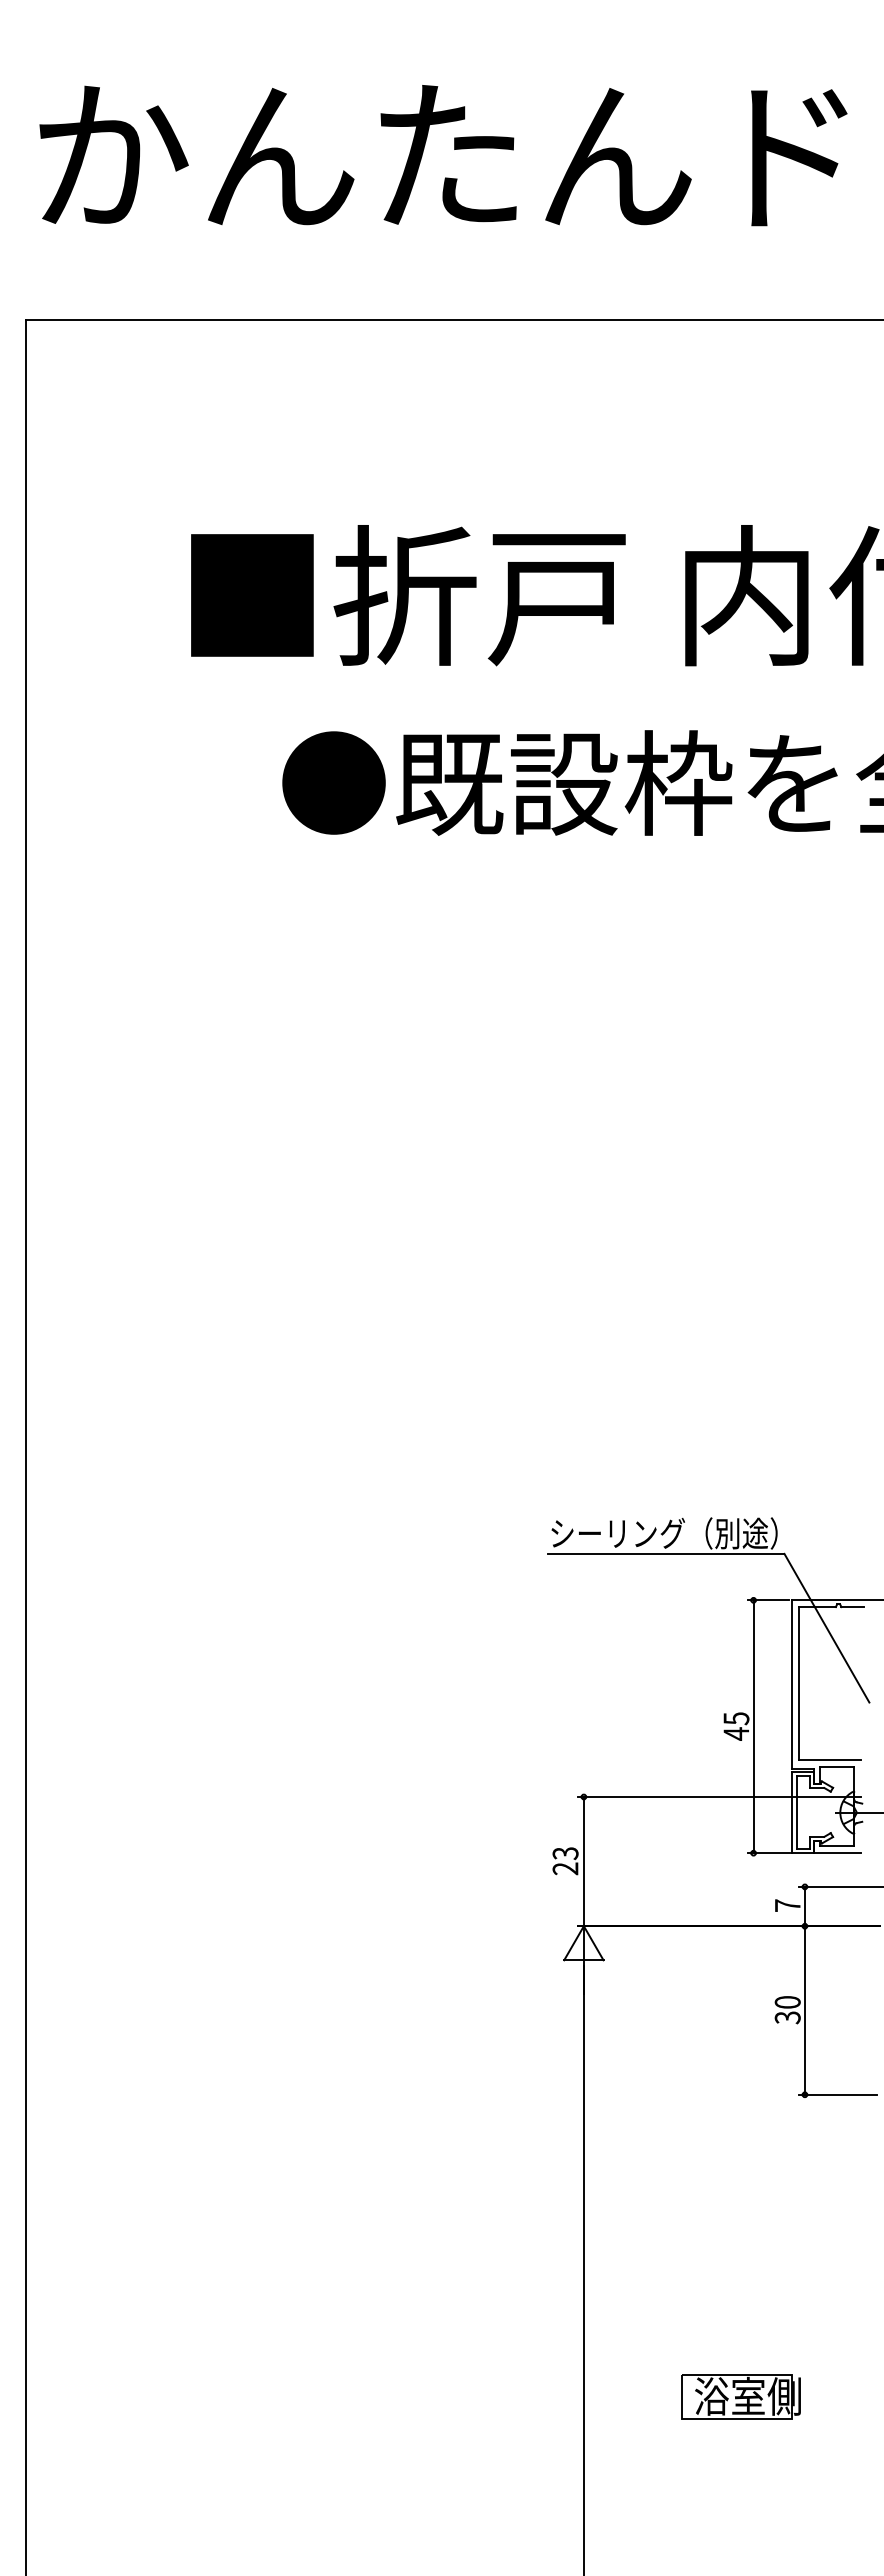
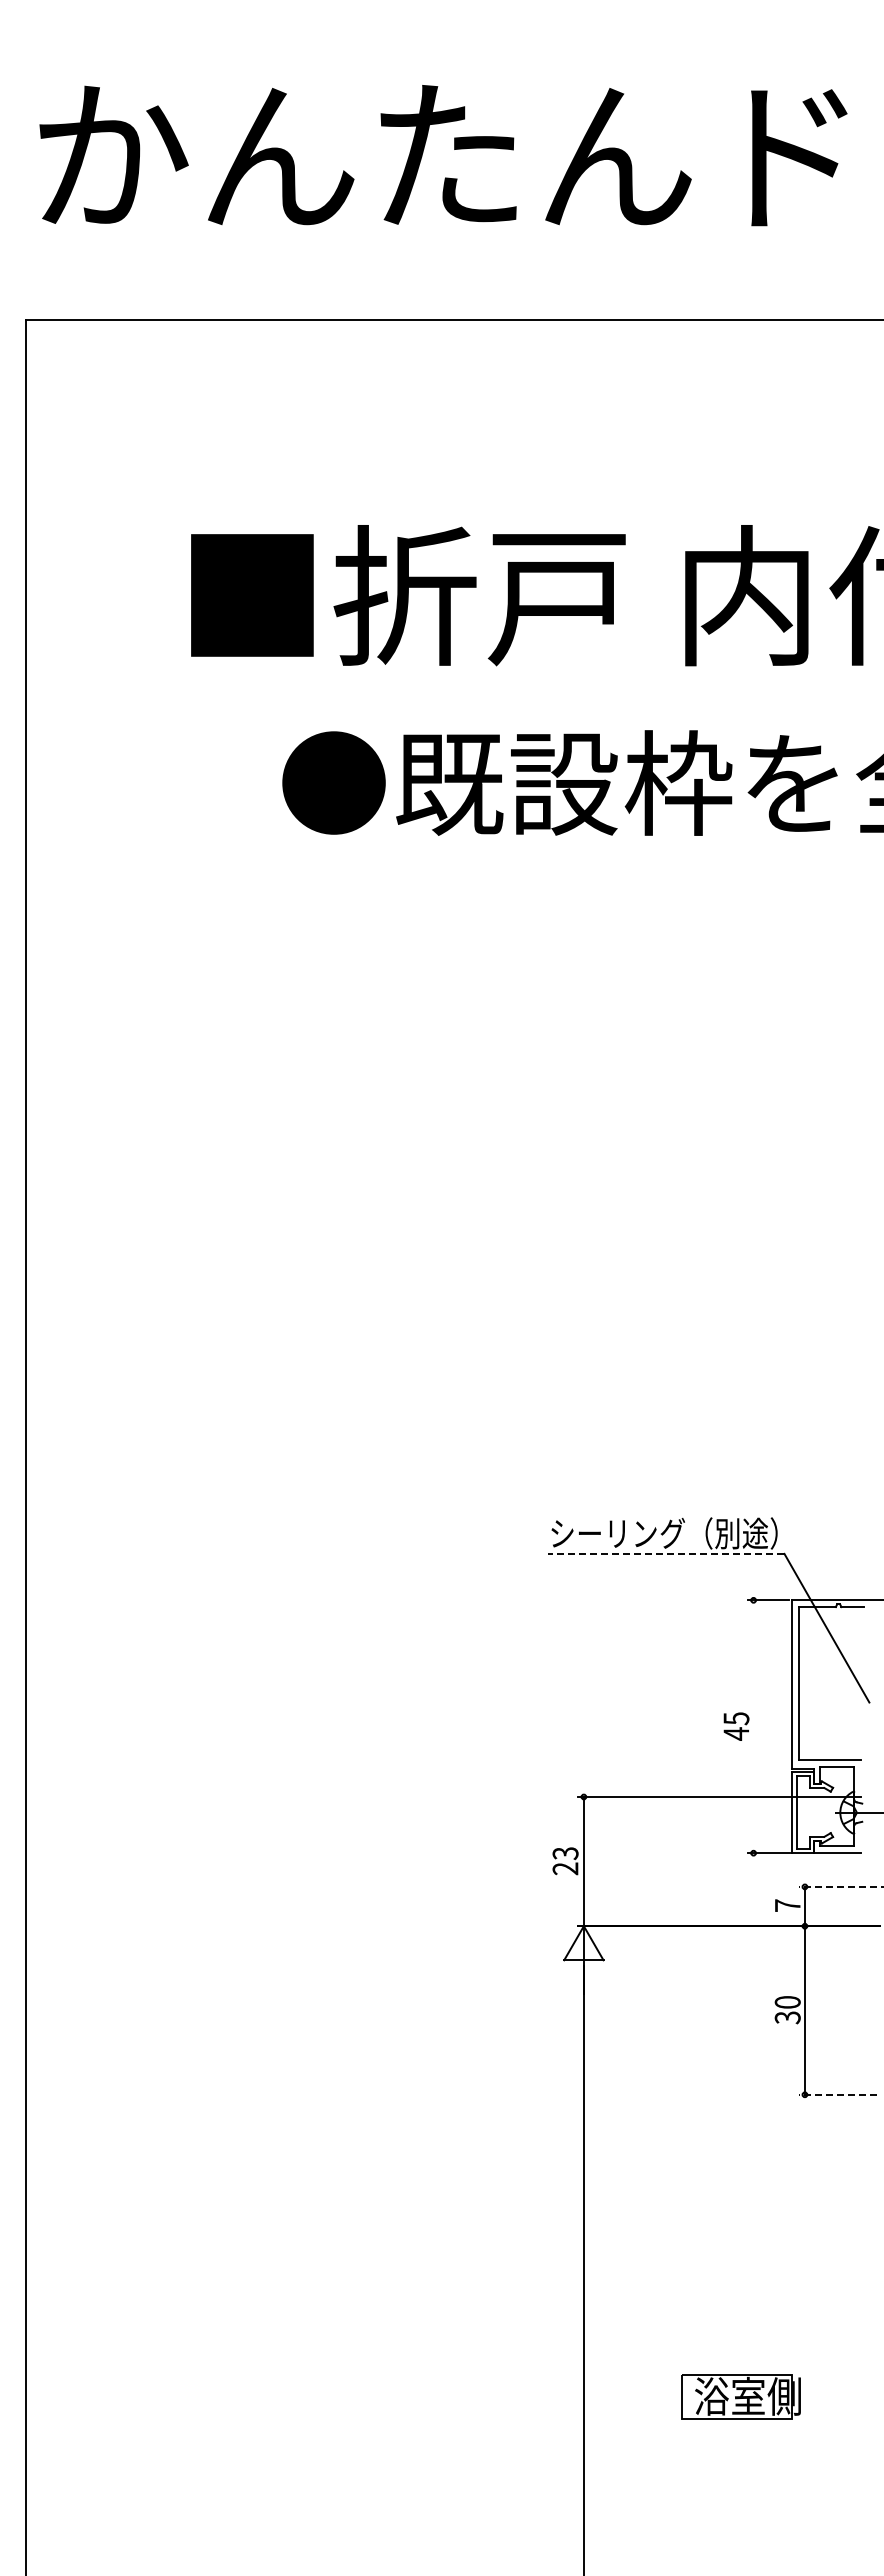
line at (665, 1553): solid -> dashed
line at (753, 1726): present -> none
line at (841, 1886): solid -> dashed
line at (838, 2094): solid -> dashed
